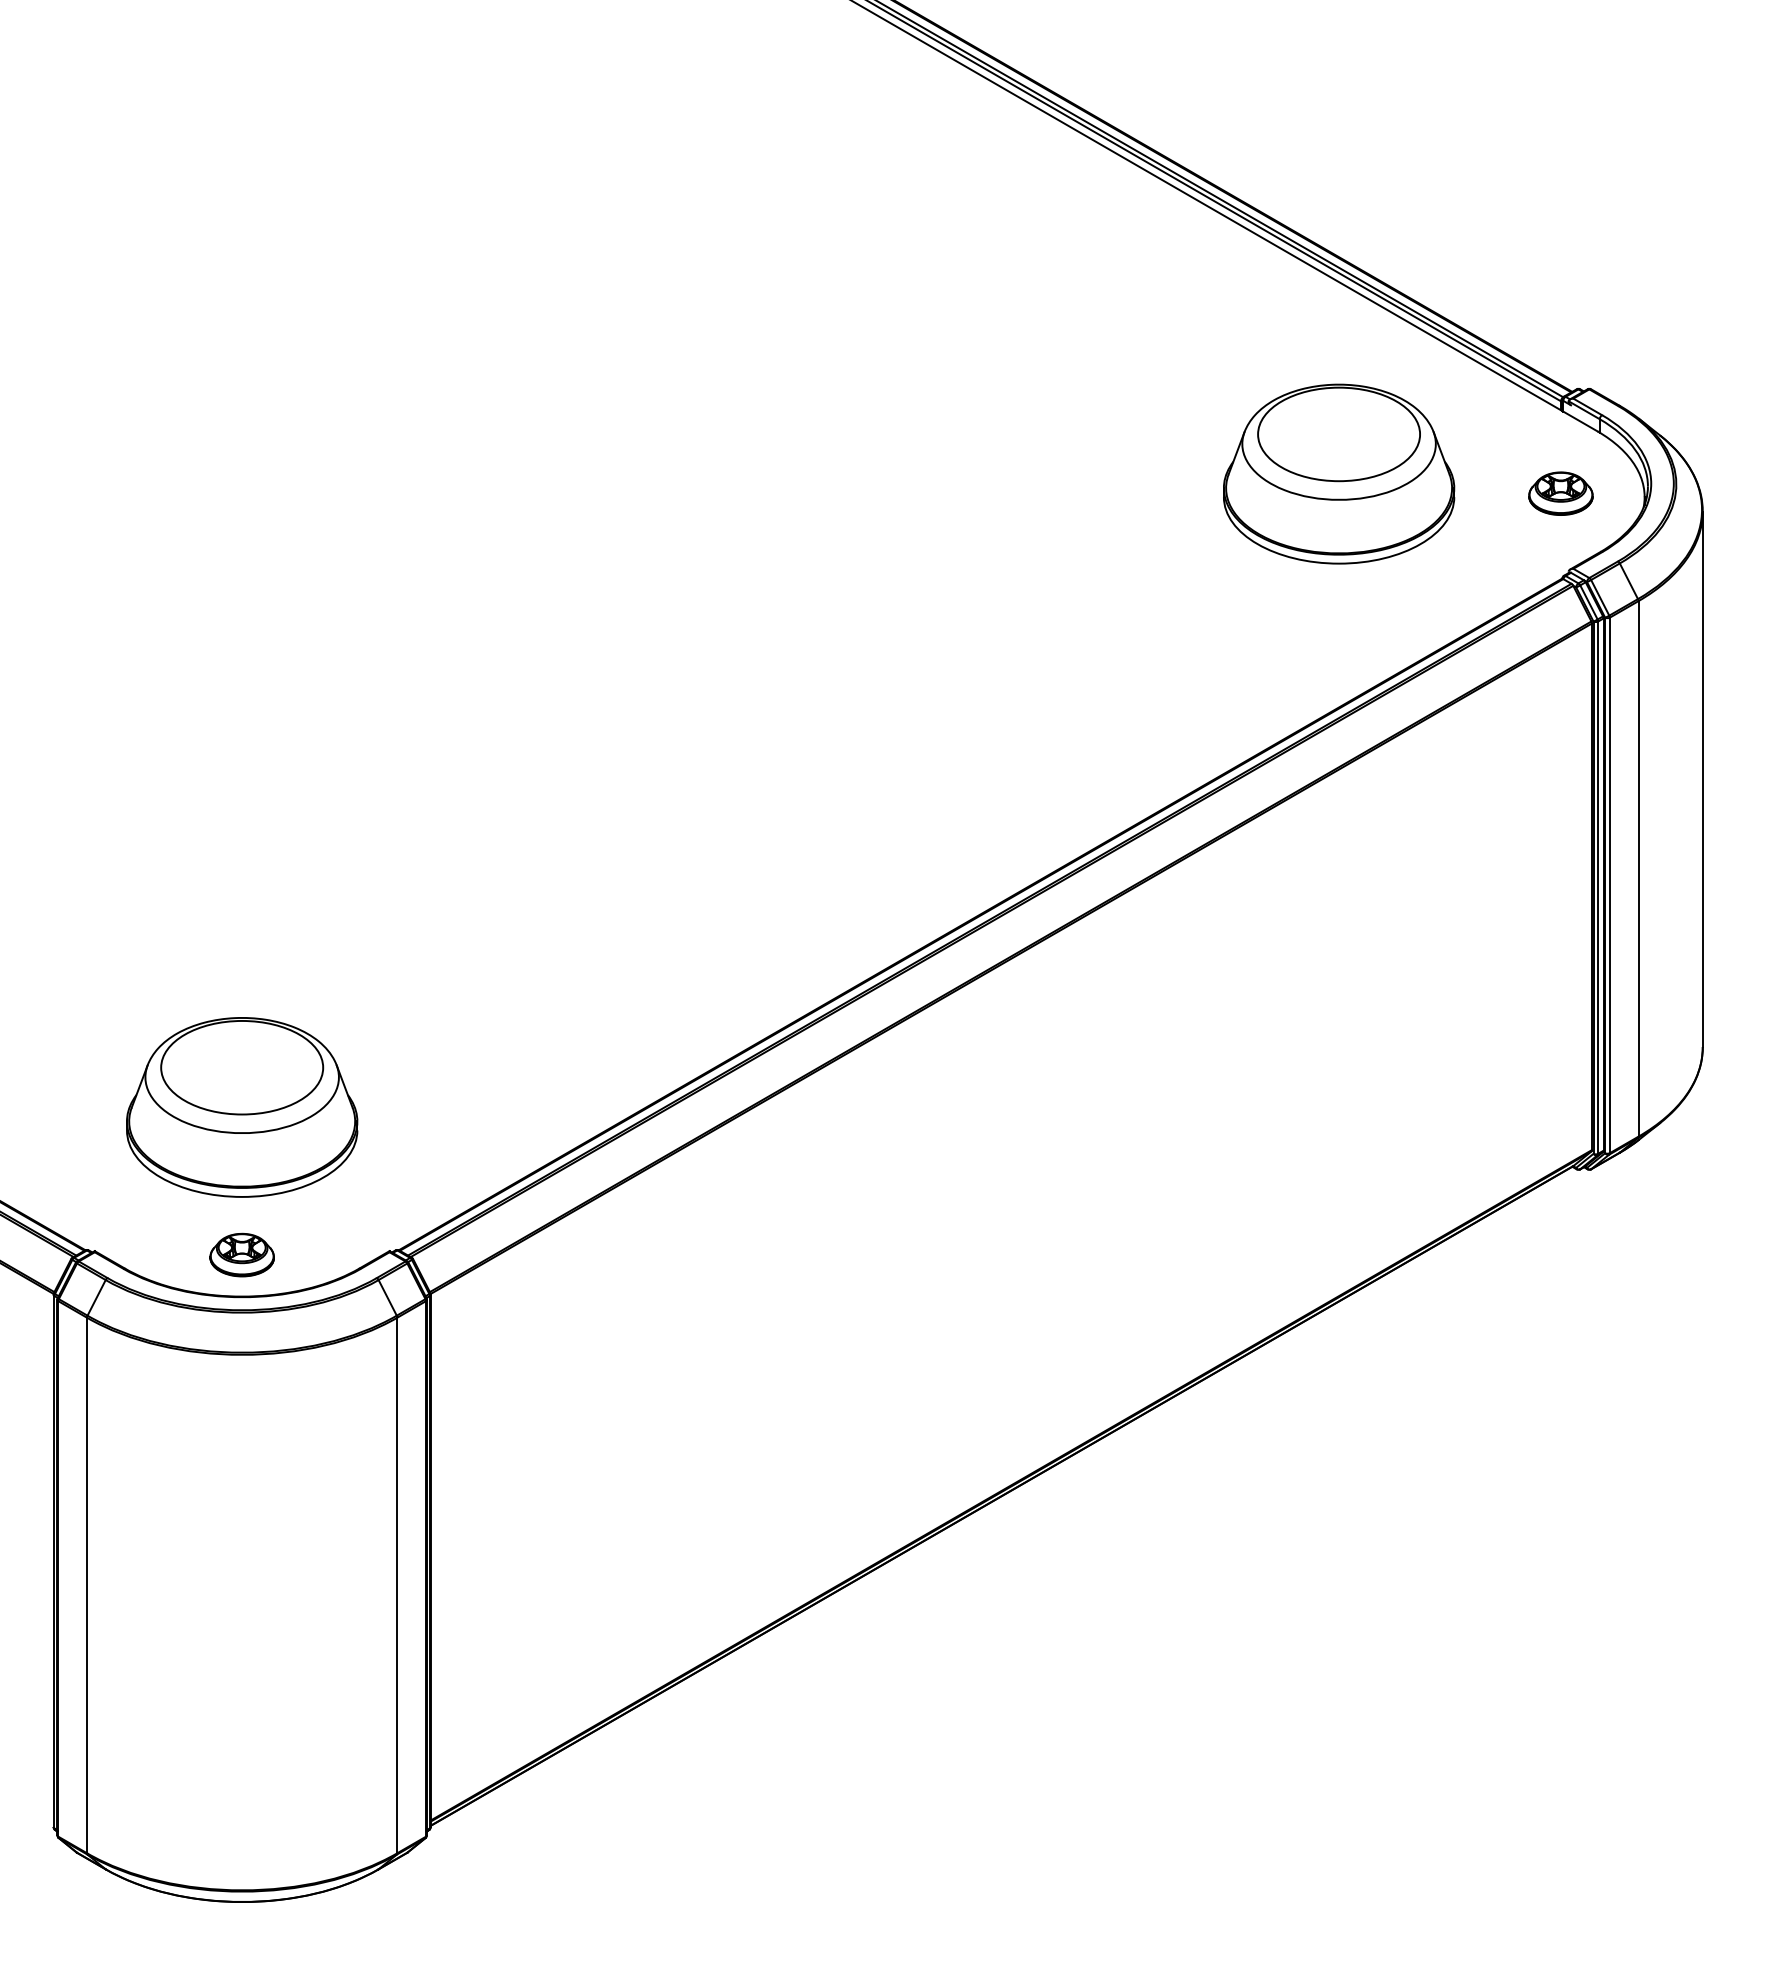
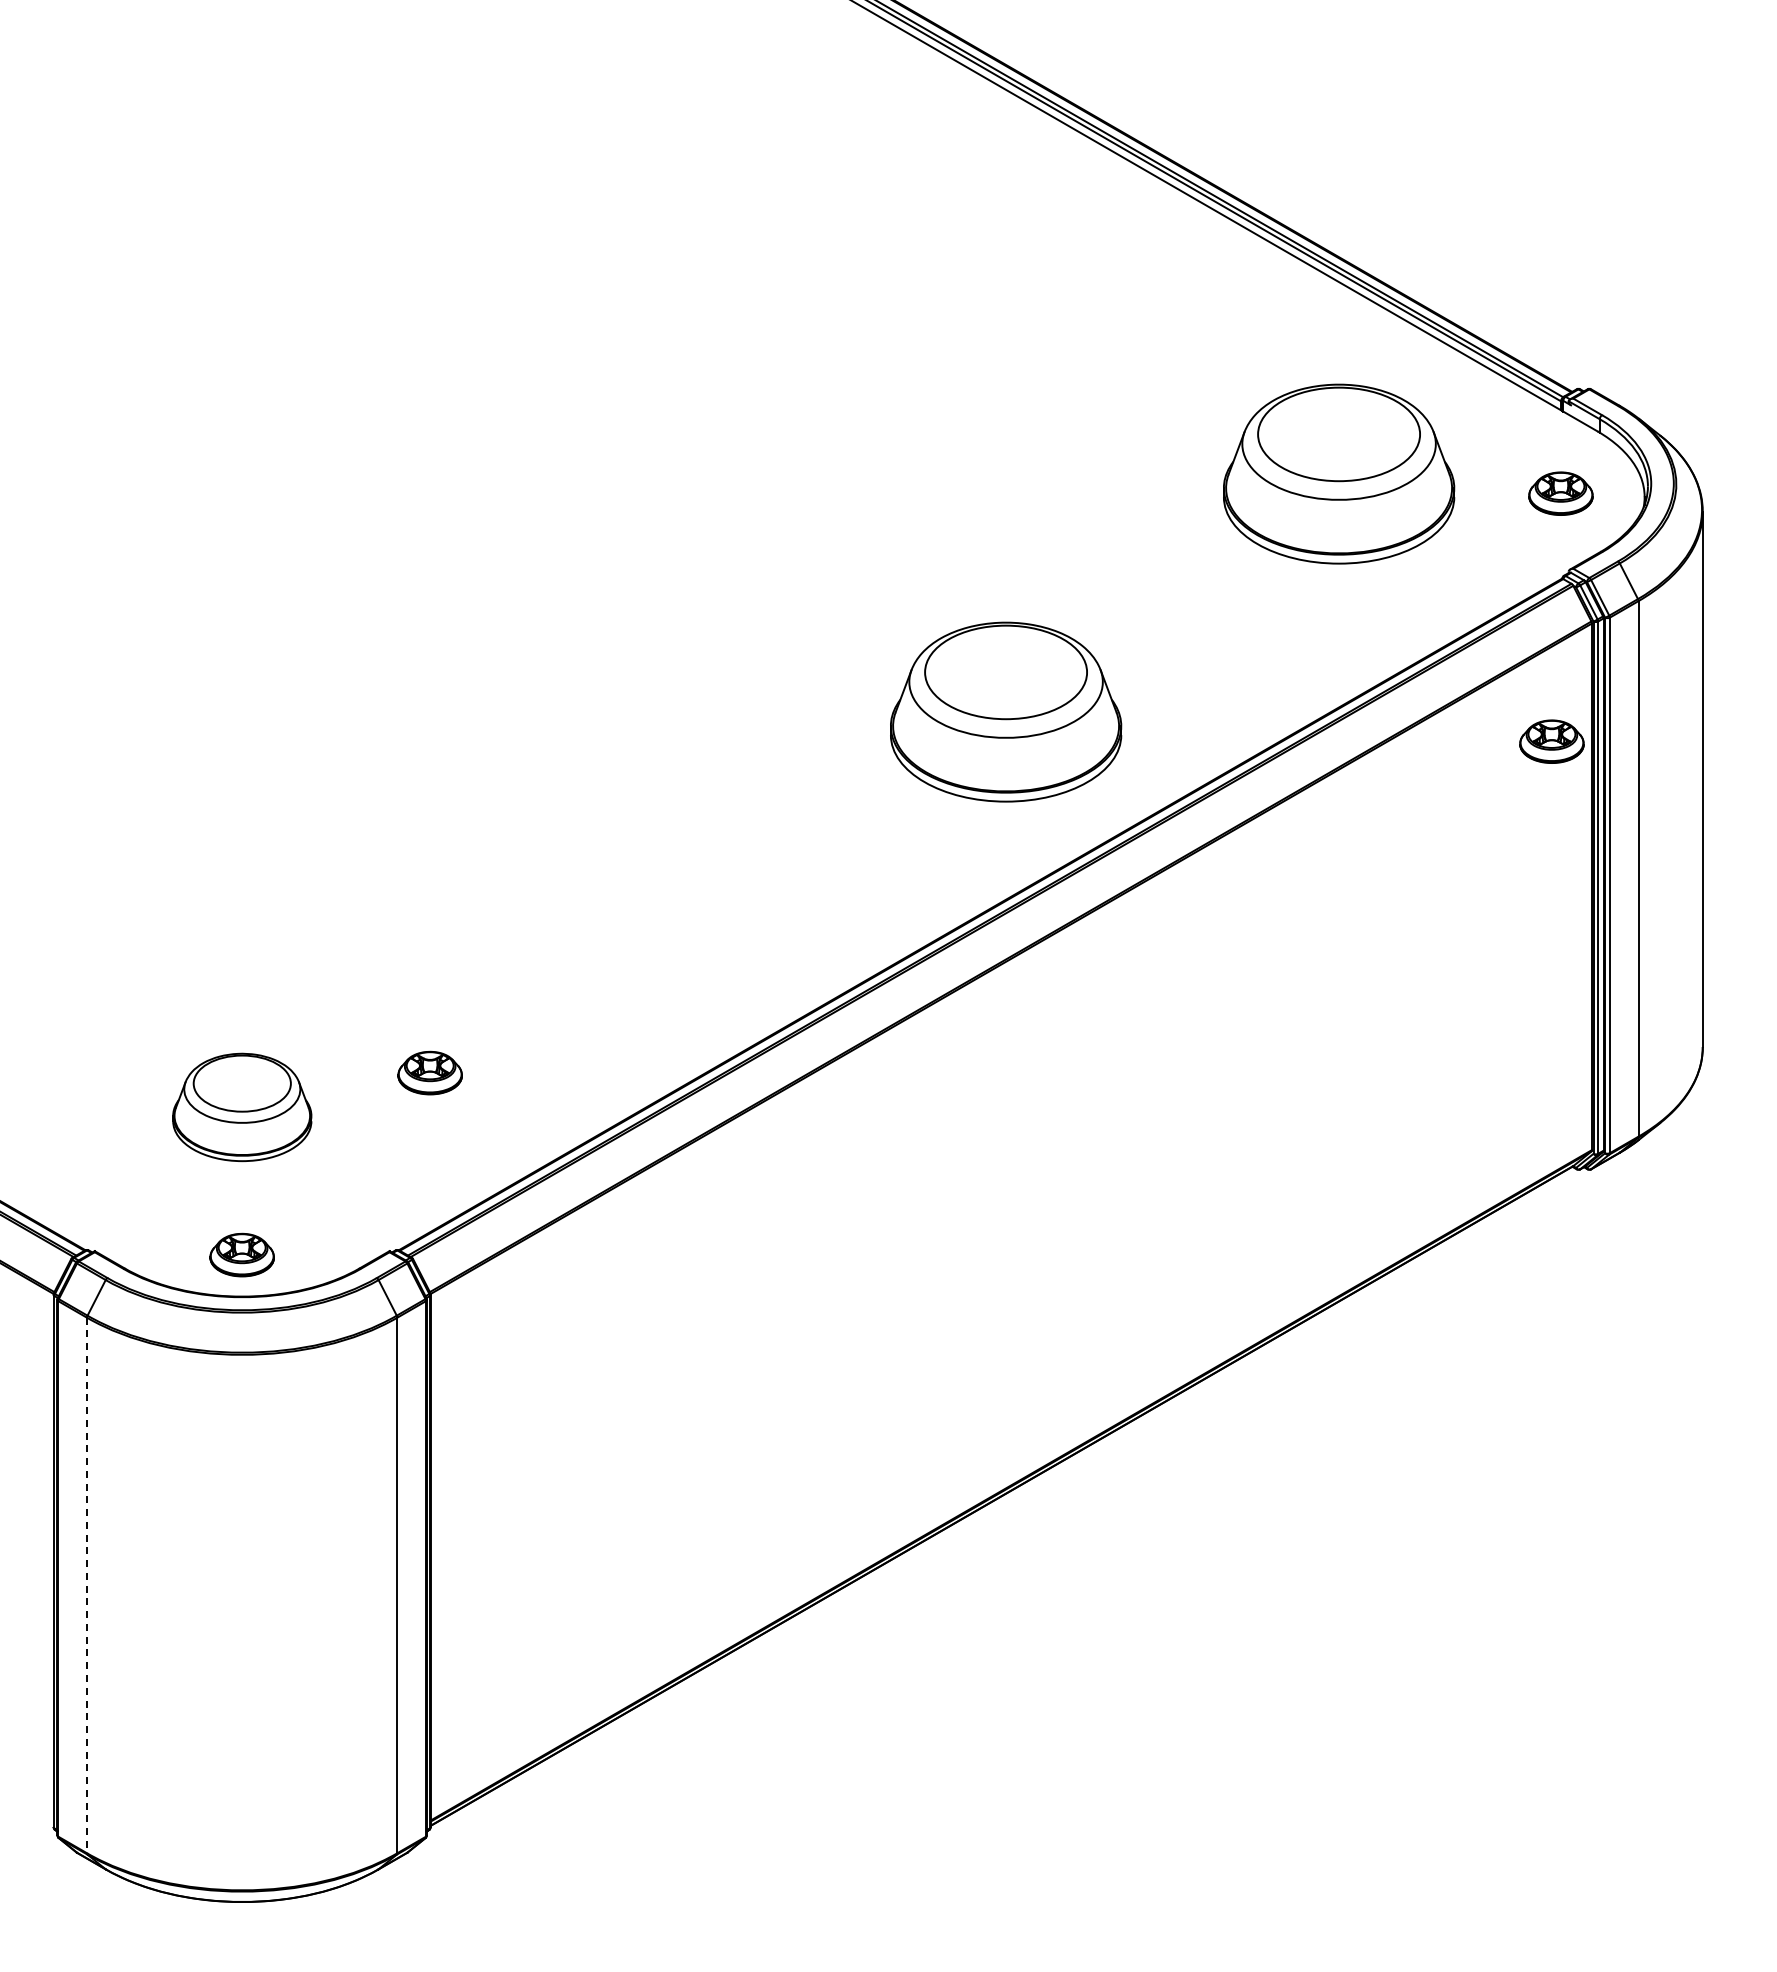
part at (1006, 711): none -> present
part at (1551, 741): none -> present
part at (429, 1072): none -> present
part at (242, 1107) size: 233x181 px -> 141x111 px
line at (87, 1585): solid -> dashed
